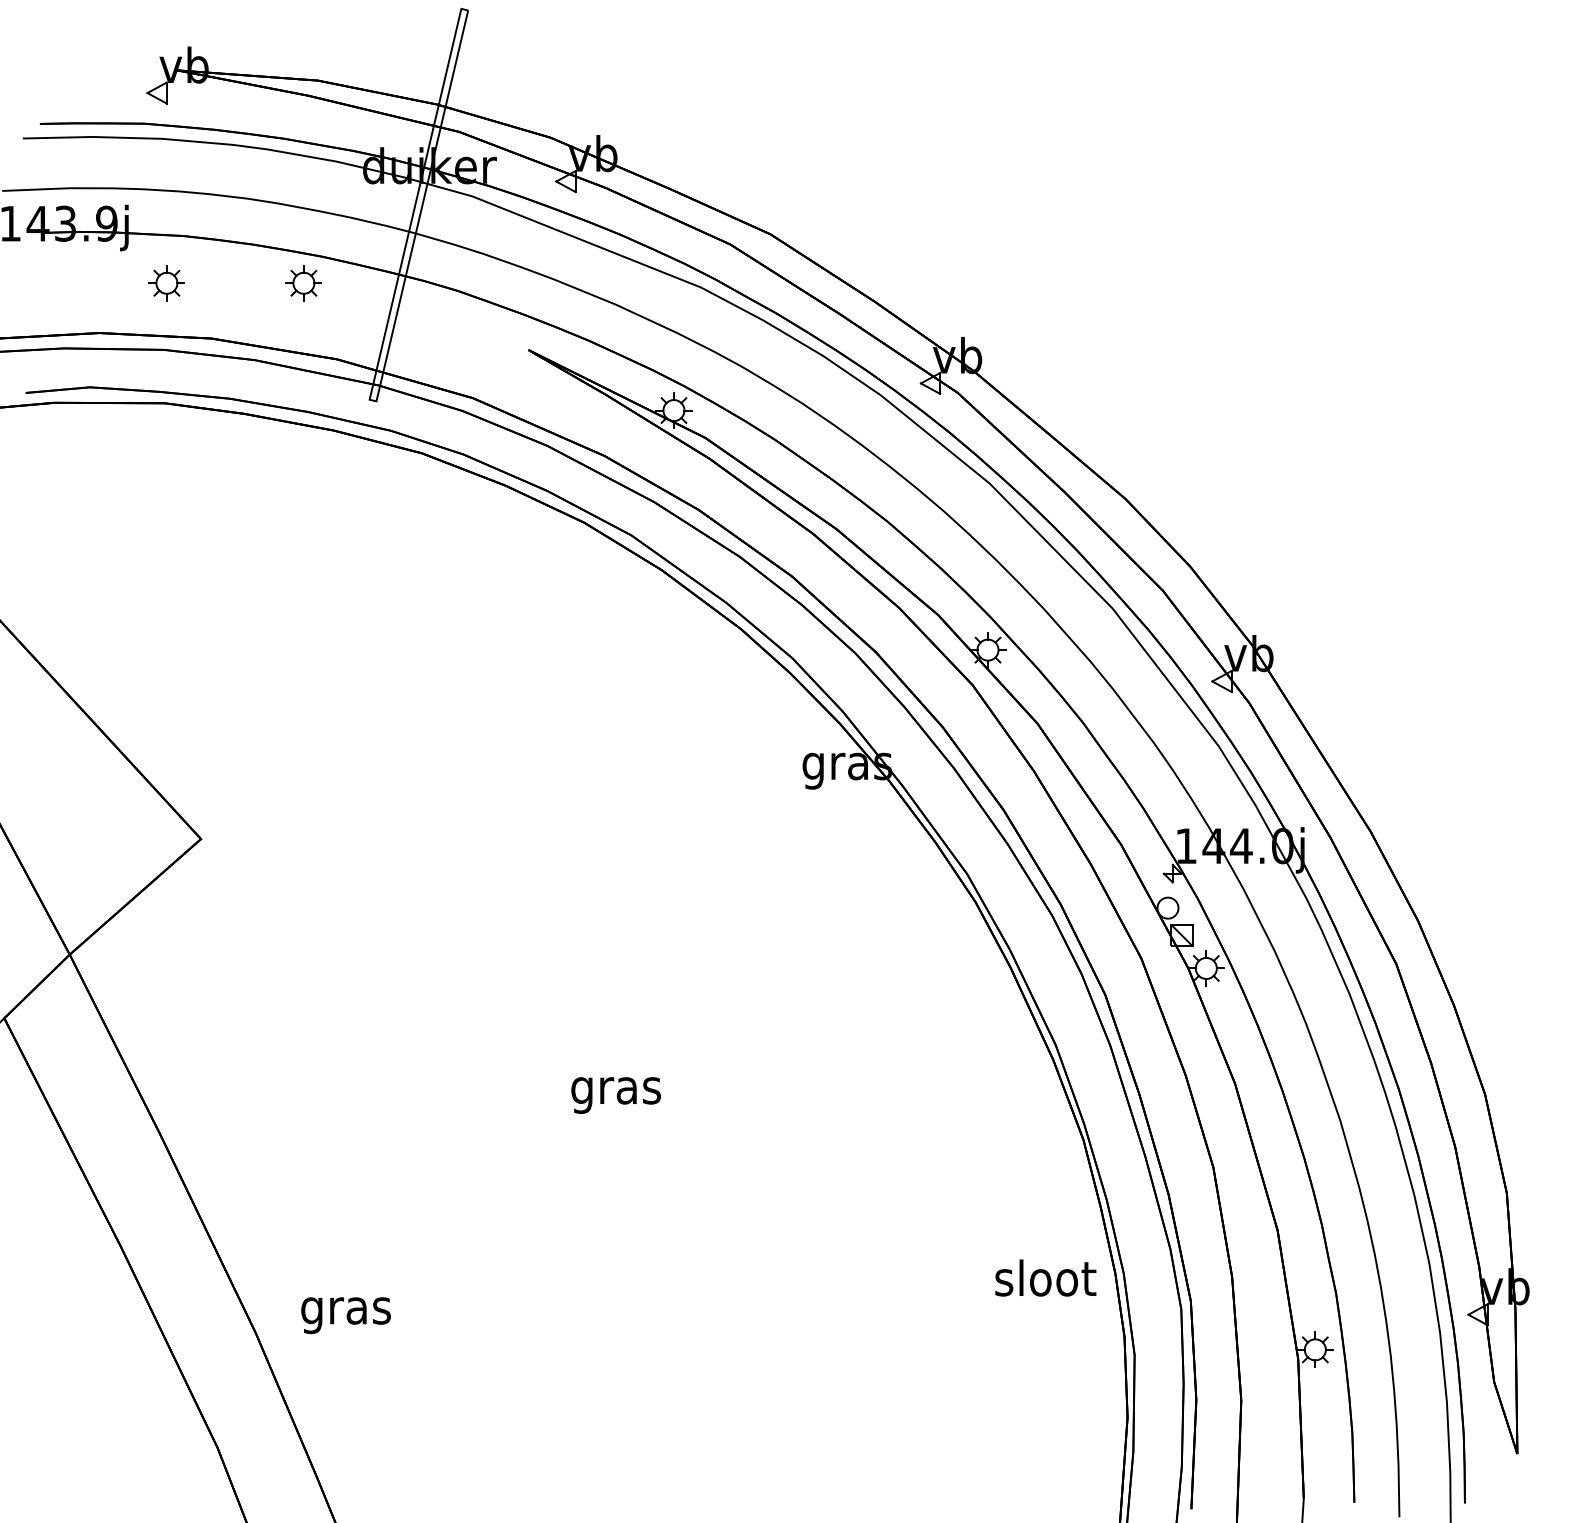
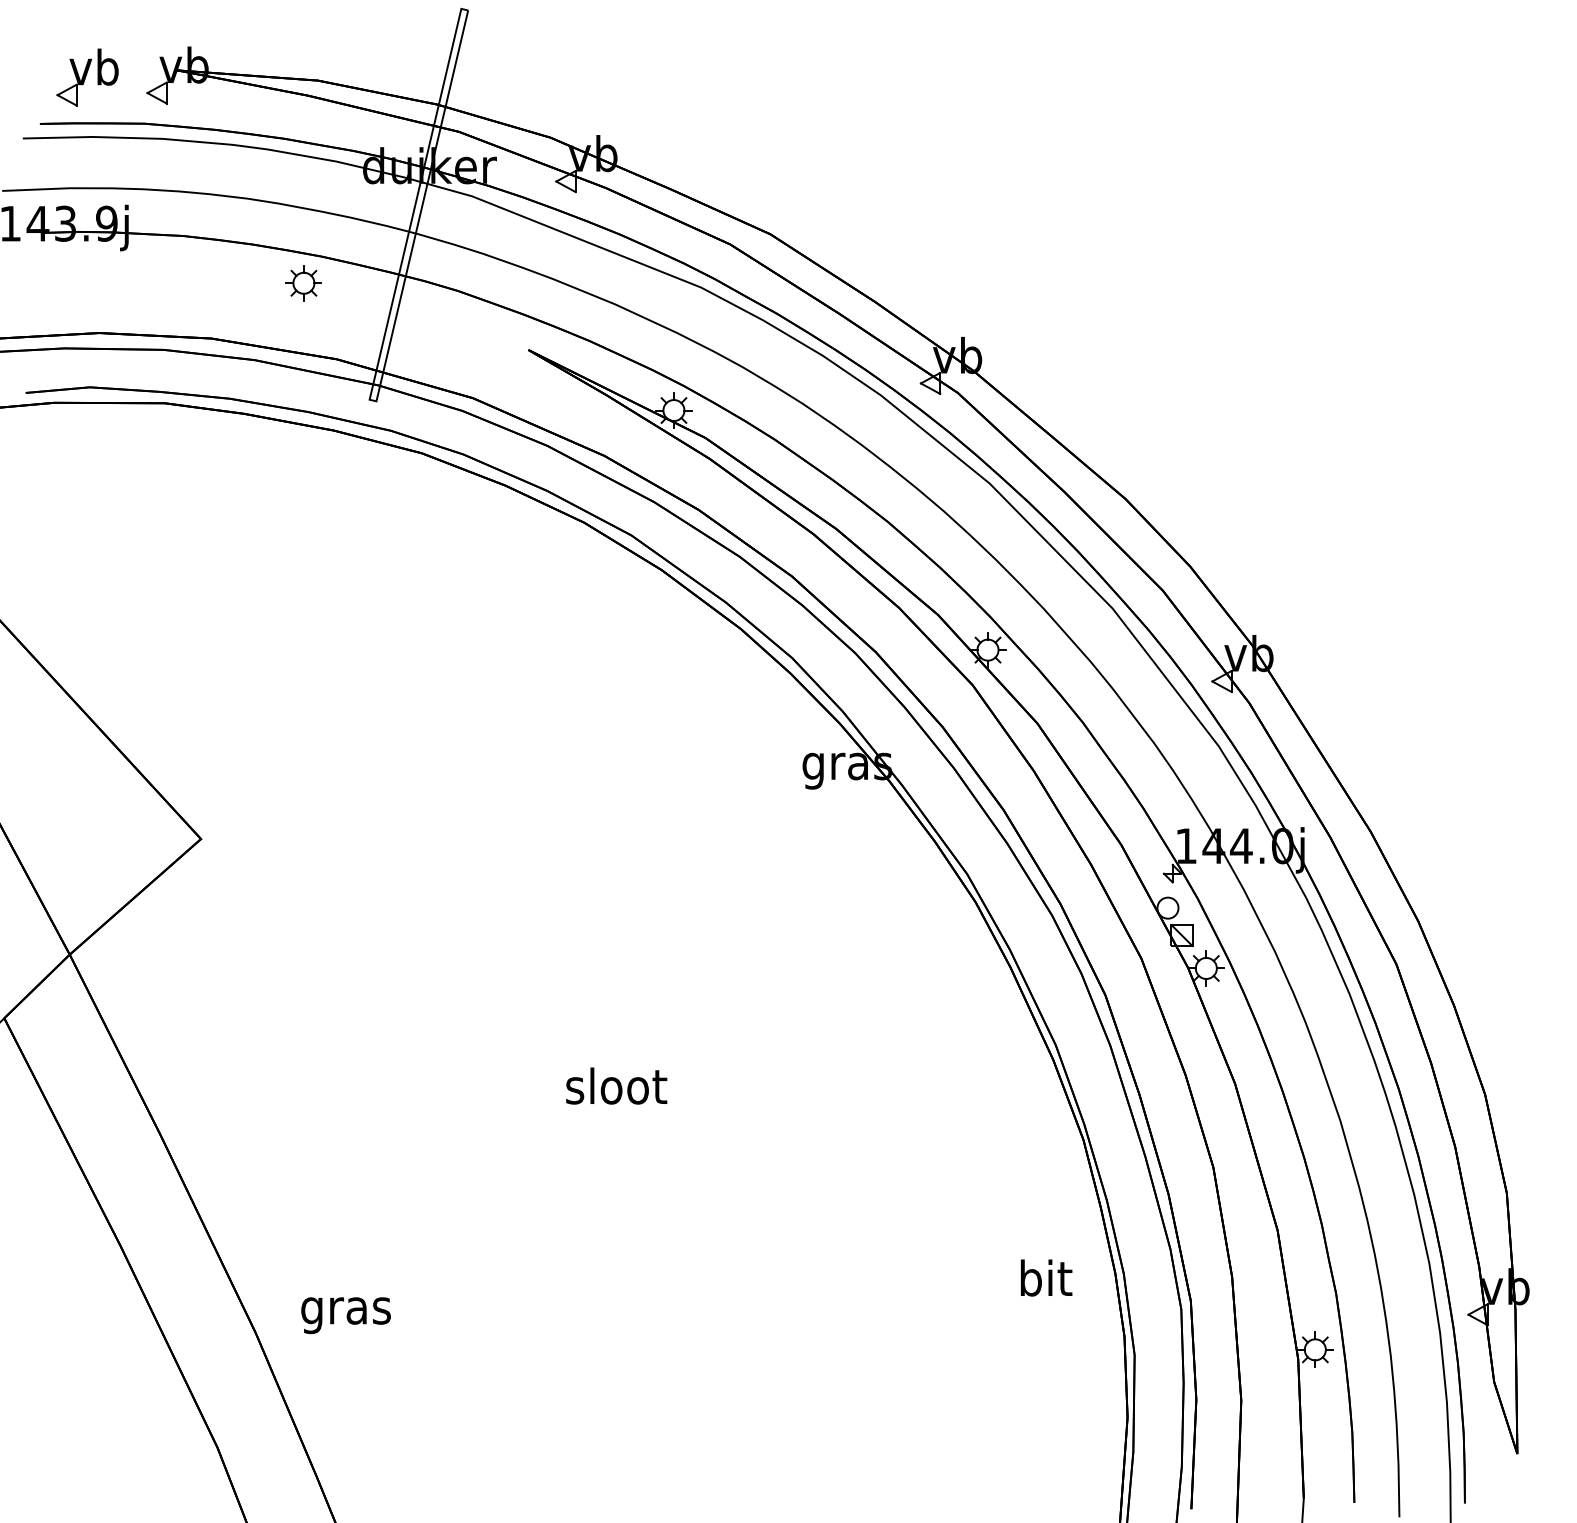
part at (87, 77): none -> present
part at (166, 283): present -> none
text at (616, 1090): gras -> sloot
text at (1045, 1277): sloot -> bit
